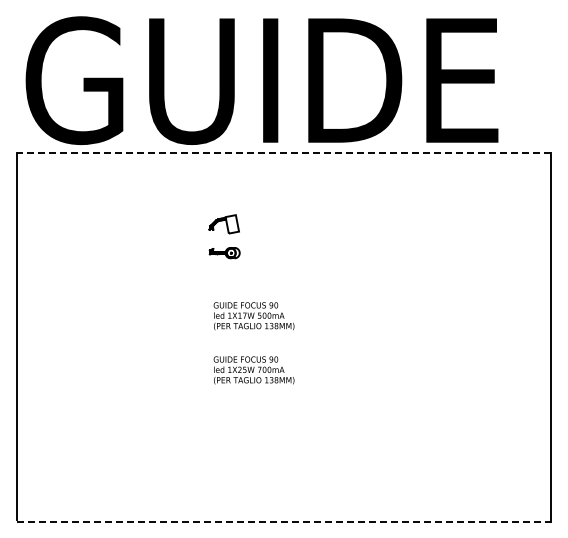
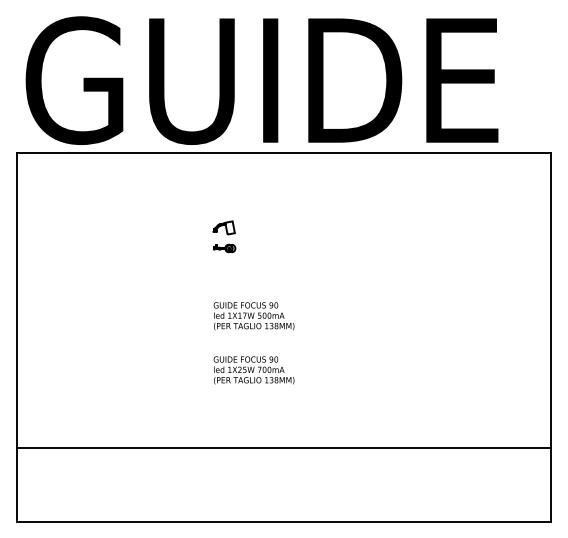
line at (283, 152): dashed -> solid
part at (224, 236) size: 33x46 px -> 25x34 px
line at (283, 448): none -> present
line at (283, 521): dashed -> solid
